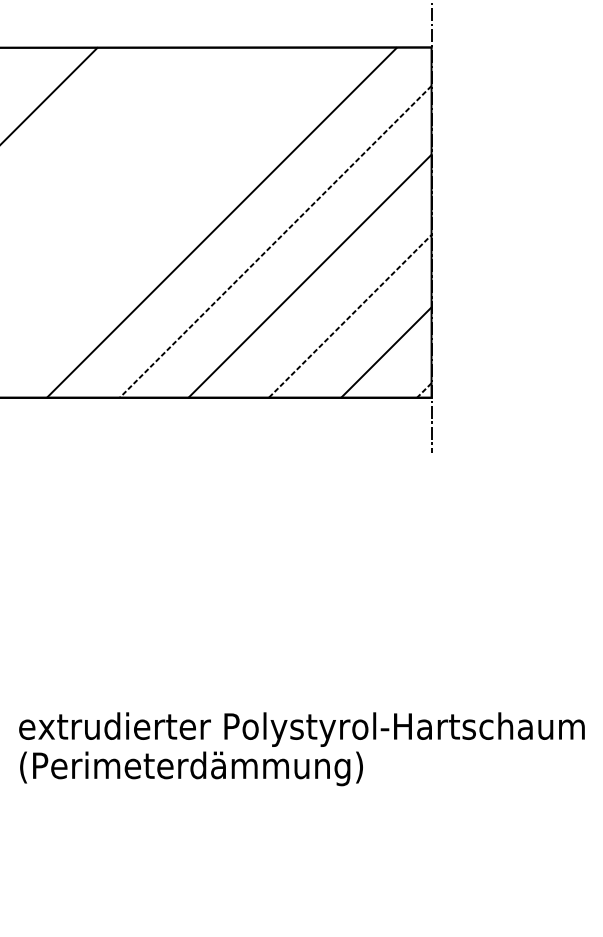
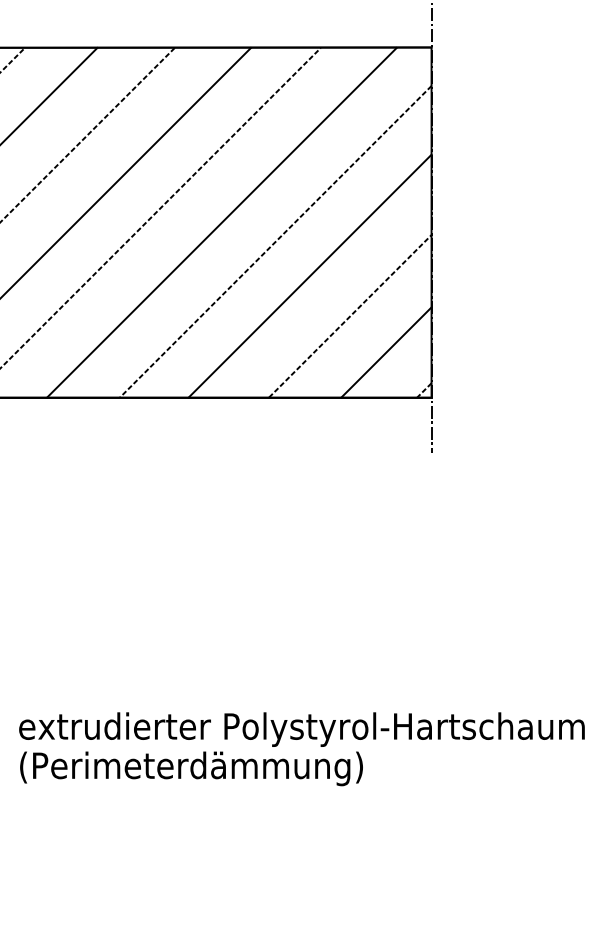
line at (13, 59): none -> present
line at (88, 134): none -> present
line at (126, 172): none -> present
line at (161, 207): none -> present
